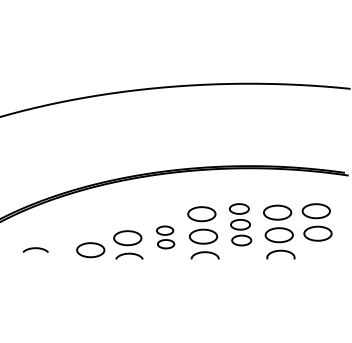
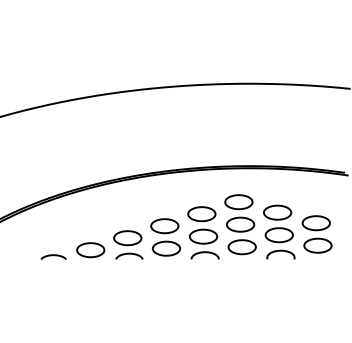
part at (316, 222) position: (316, 222) -> (316, 234)
part at (240, 224) size: 24x44 px -> 33x62 px
part at (165, 237) size: 20x25 px -> 31x39 px
curve at (35, 249) position: (35, 249) -> (53, 256)
